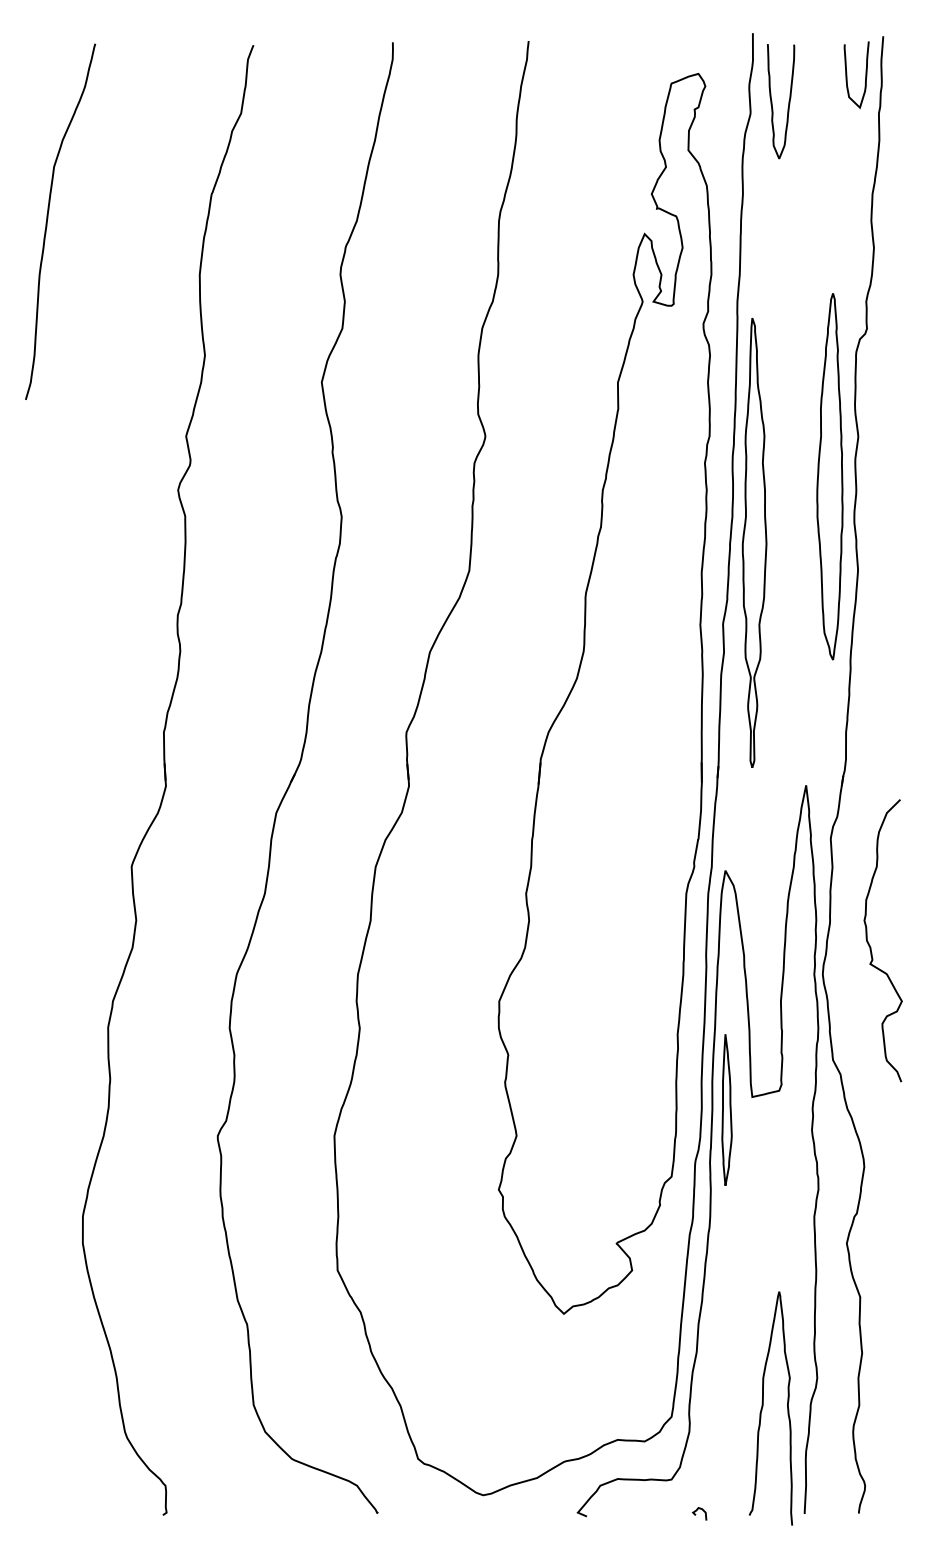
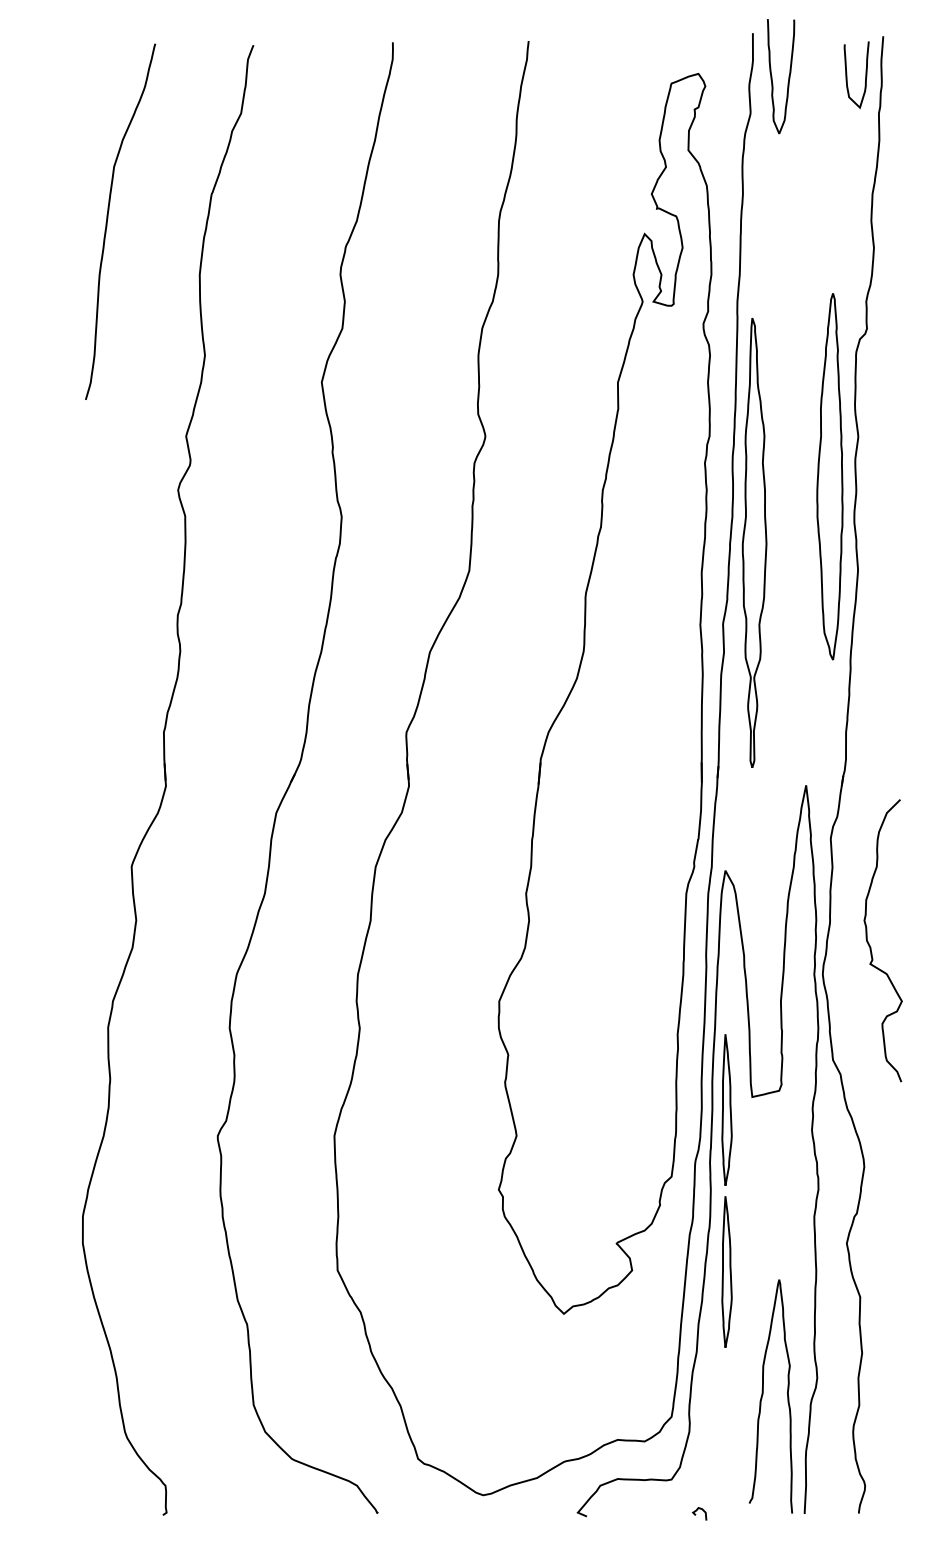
curve at (788, 101) position: (788, 101) -> (788, 76)
curve at (48, 219) position: (48, 219) -> (108, 219)
part at (726, 1271): none -> present
curve at (763, 1406) position: (763, 1406) -> (763, 1394)
